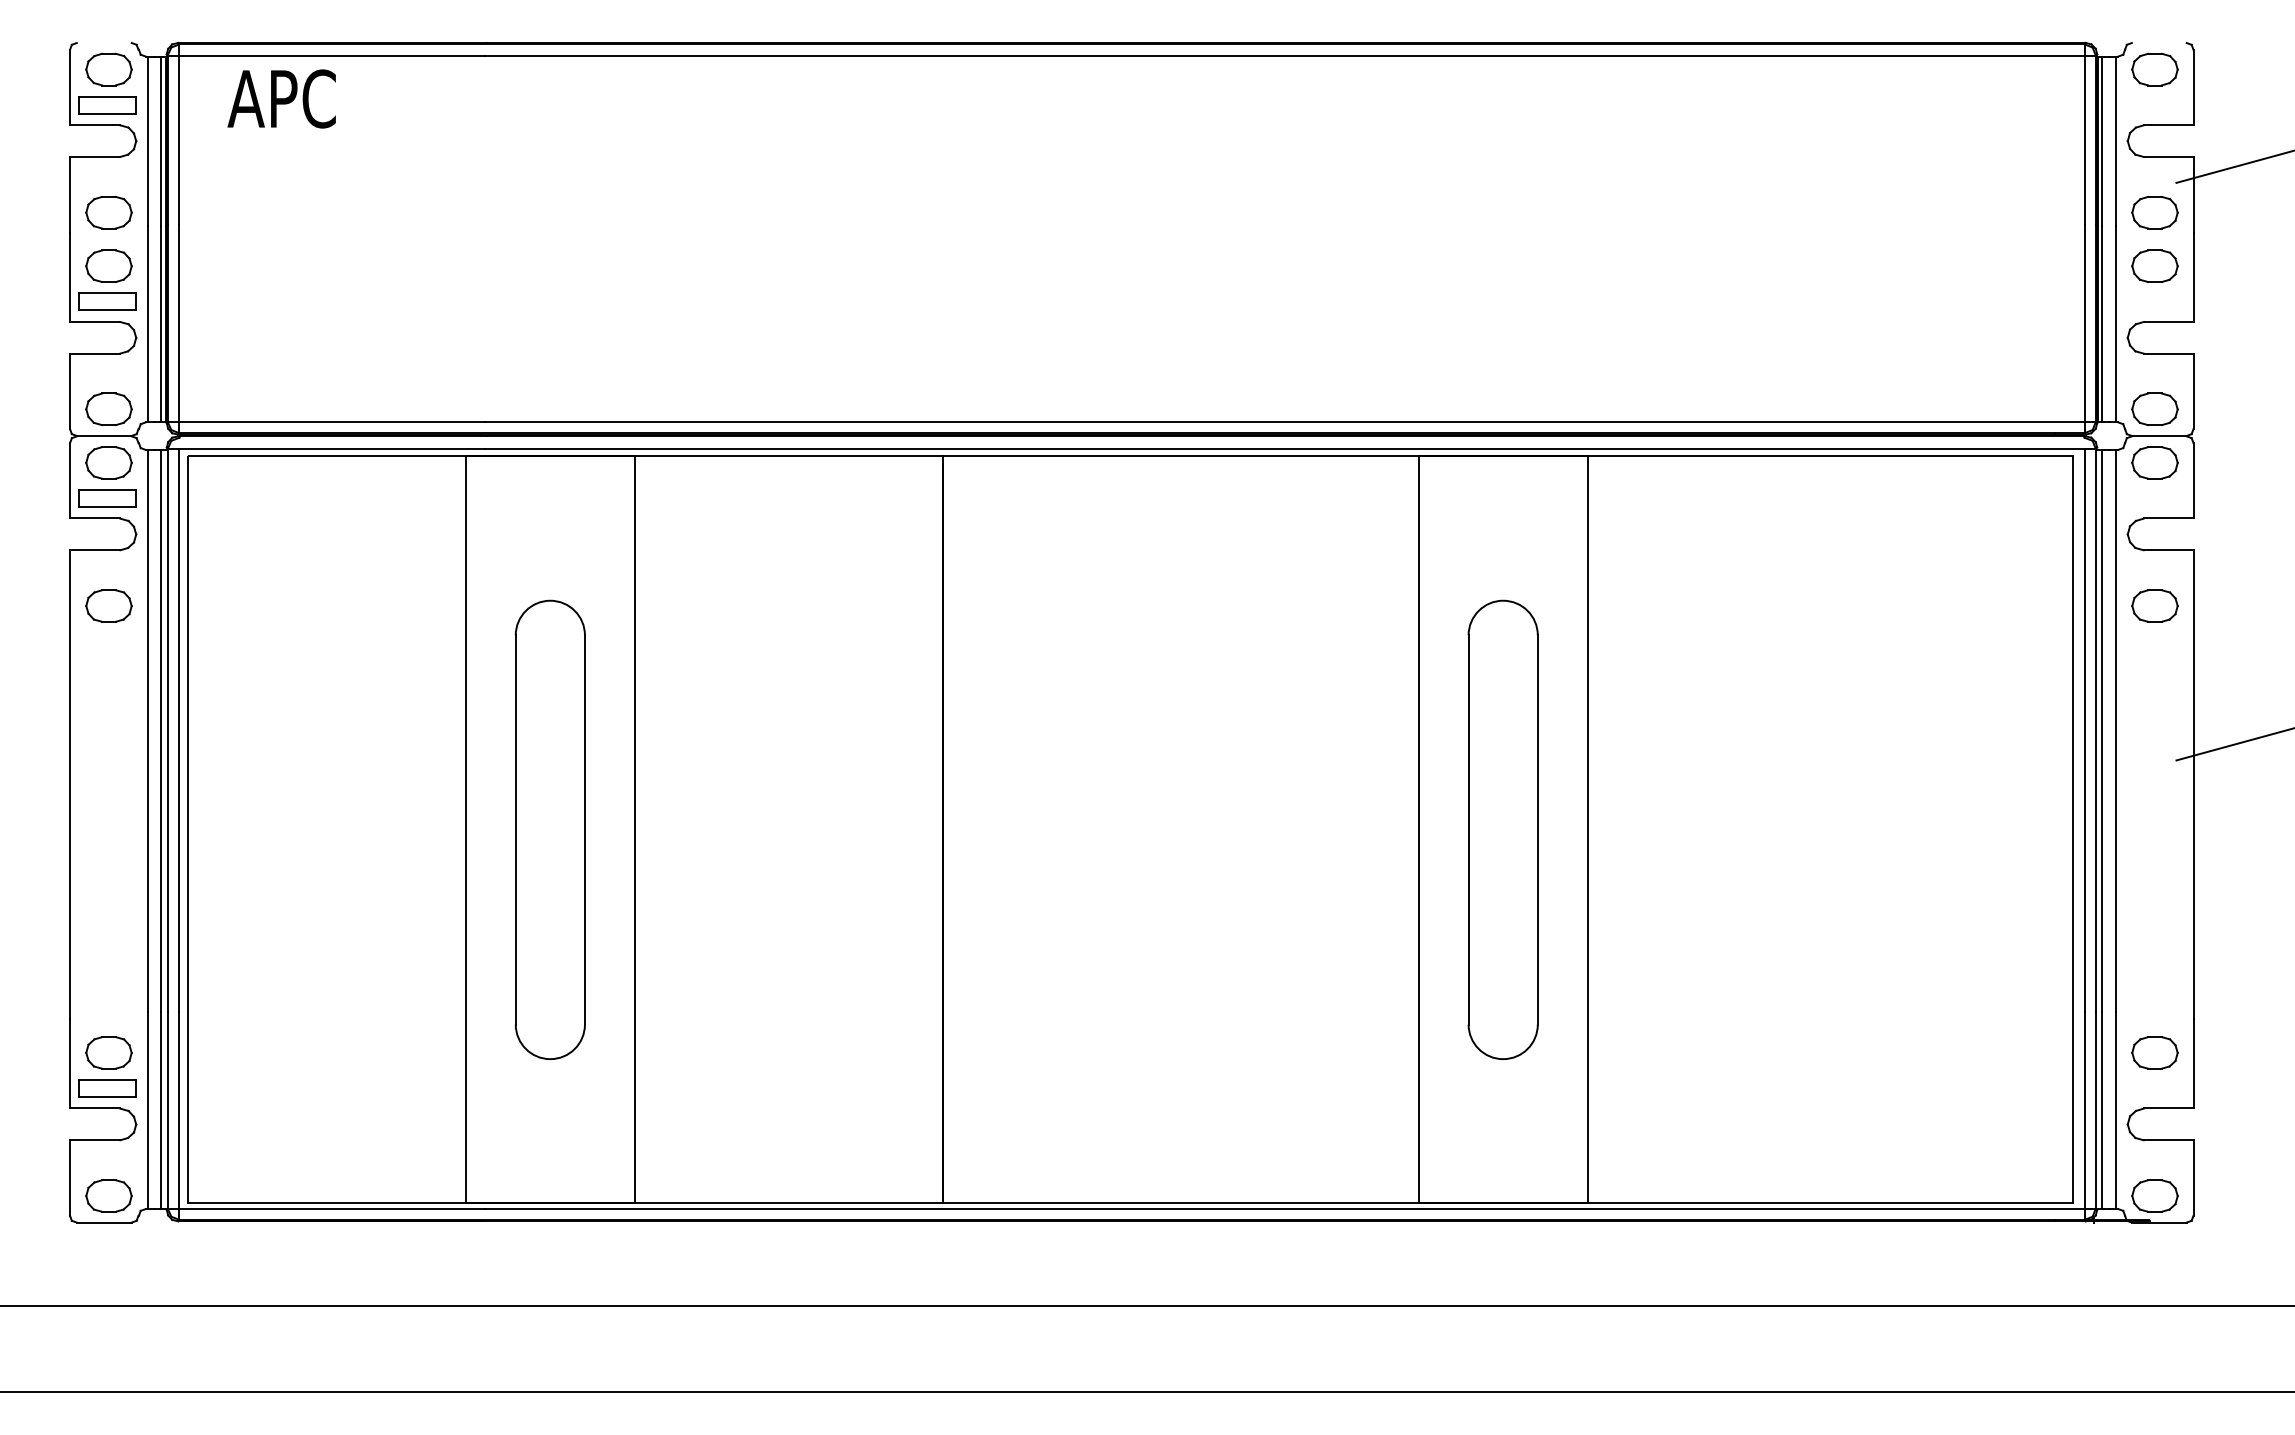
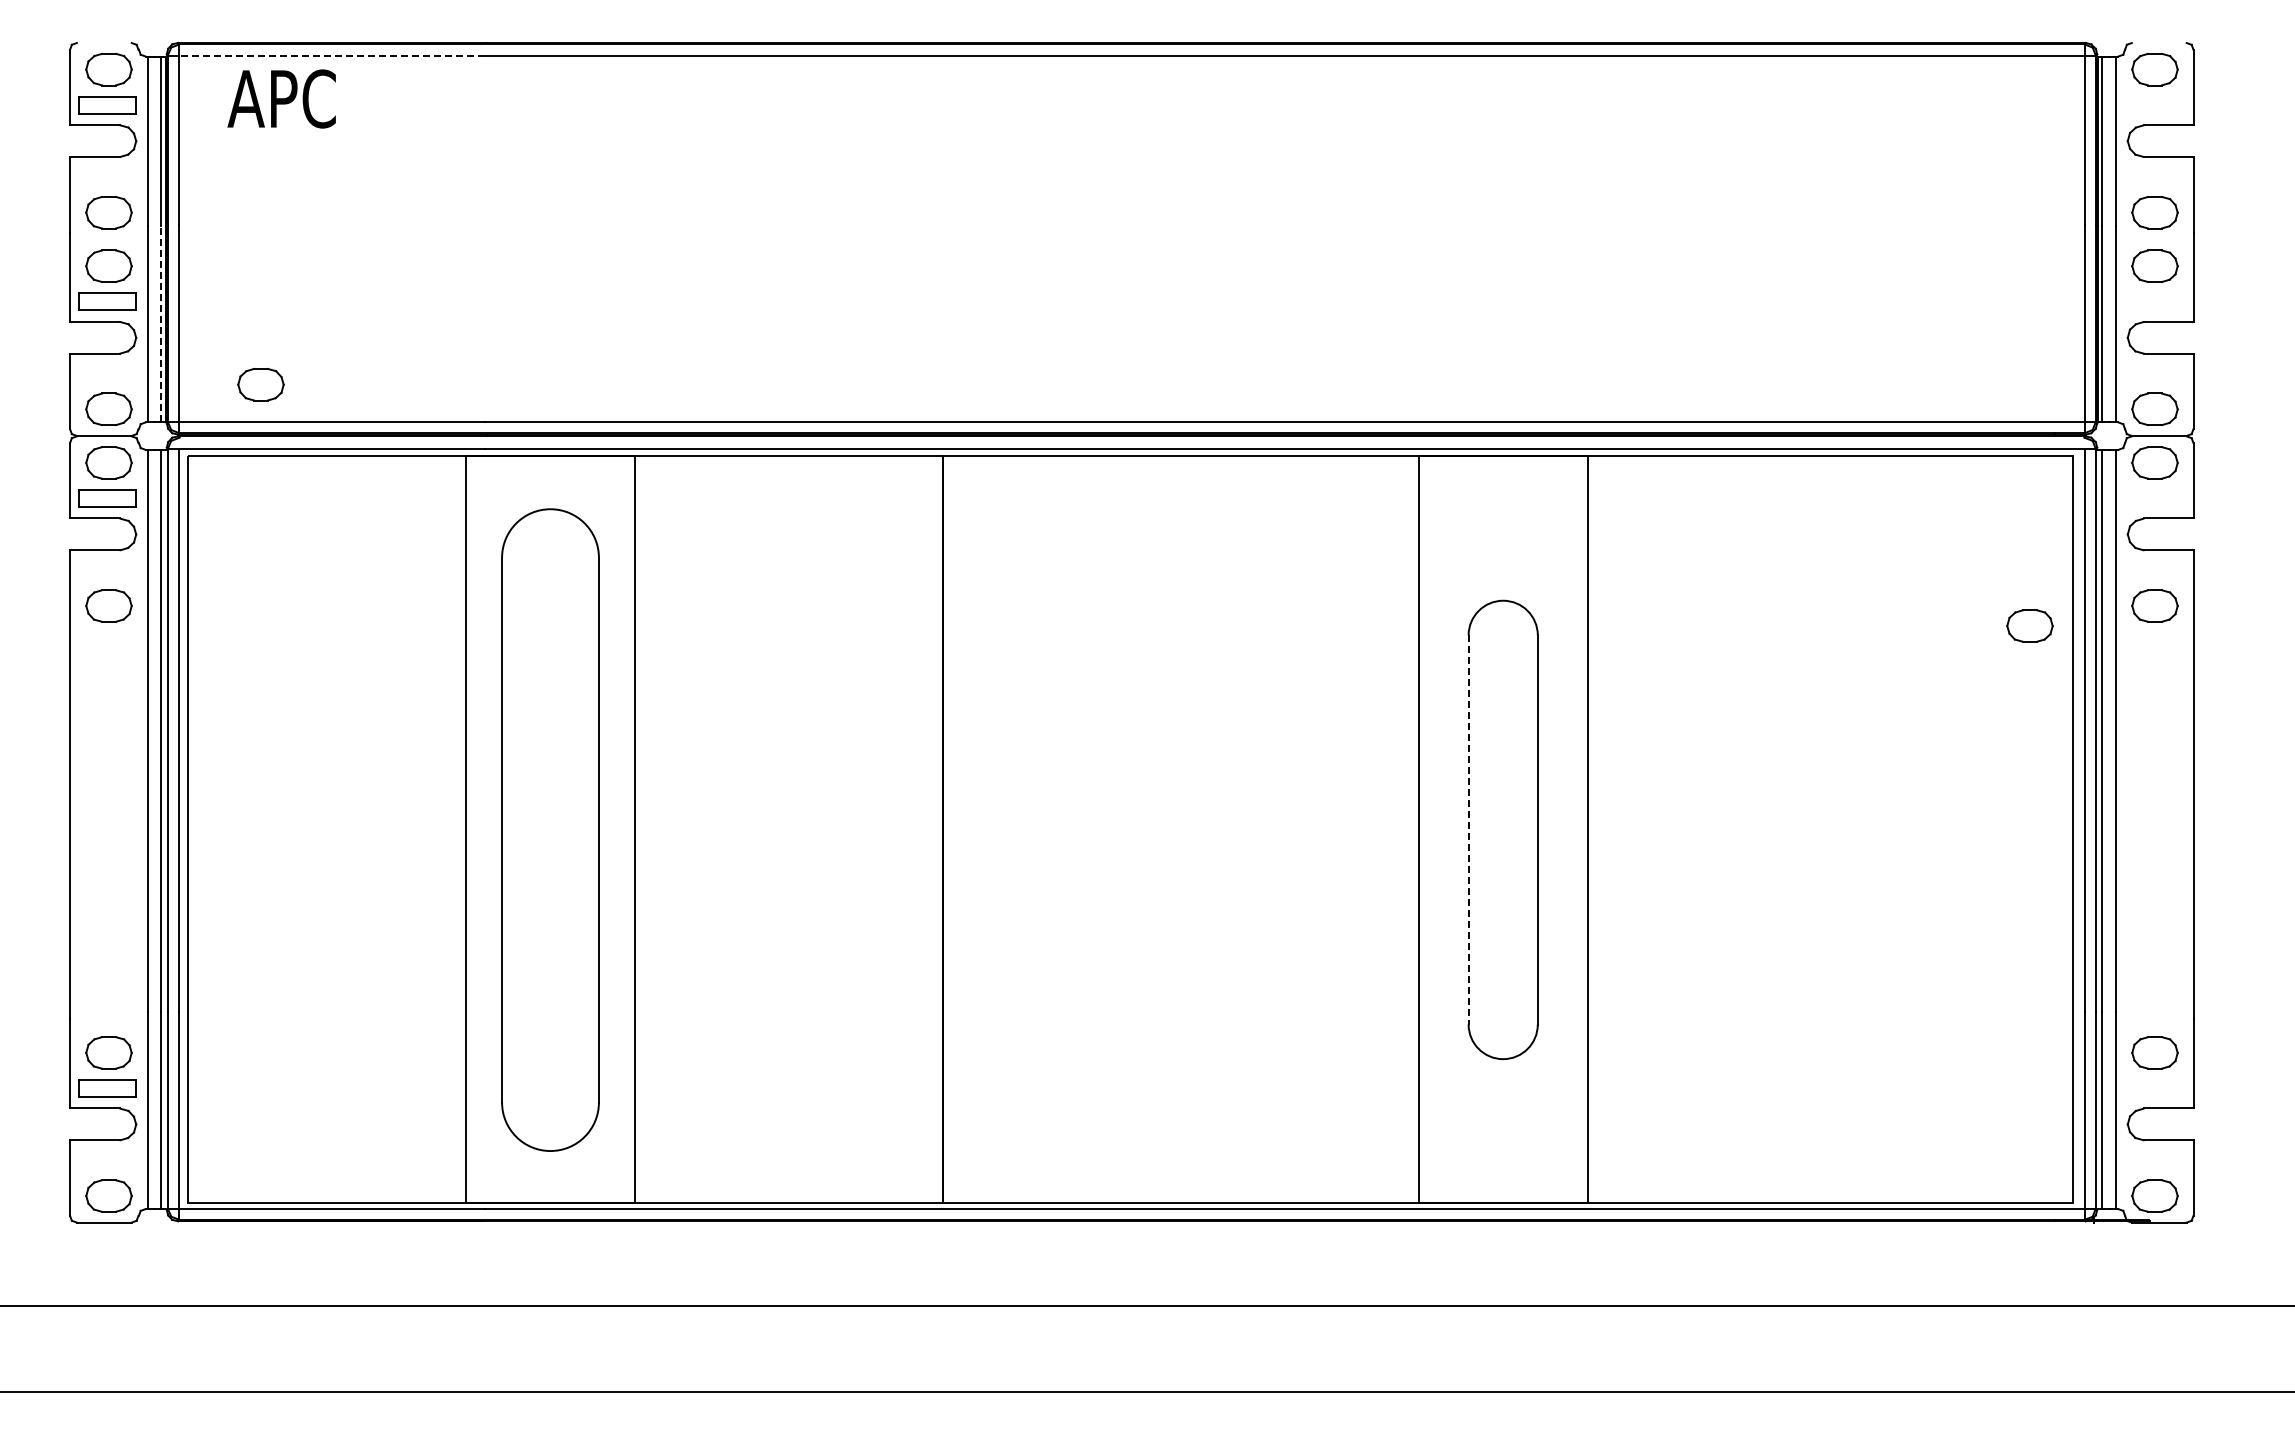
line at (331, 55): solid -> dashed
line at (2233, 166): present -> none
line at (161, 323): solid -> dashed
part at (260, 384): none -> present
part at (2029, 625): none -> present
line at (2233, 744): present -> none
part at (549, 829) size: 72x461 px -> 99x644 px
line at (1468, 829): solid -> dashed
